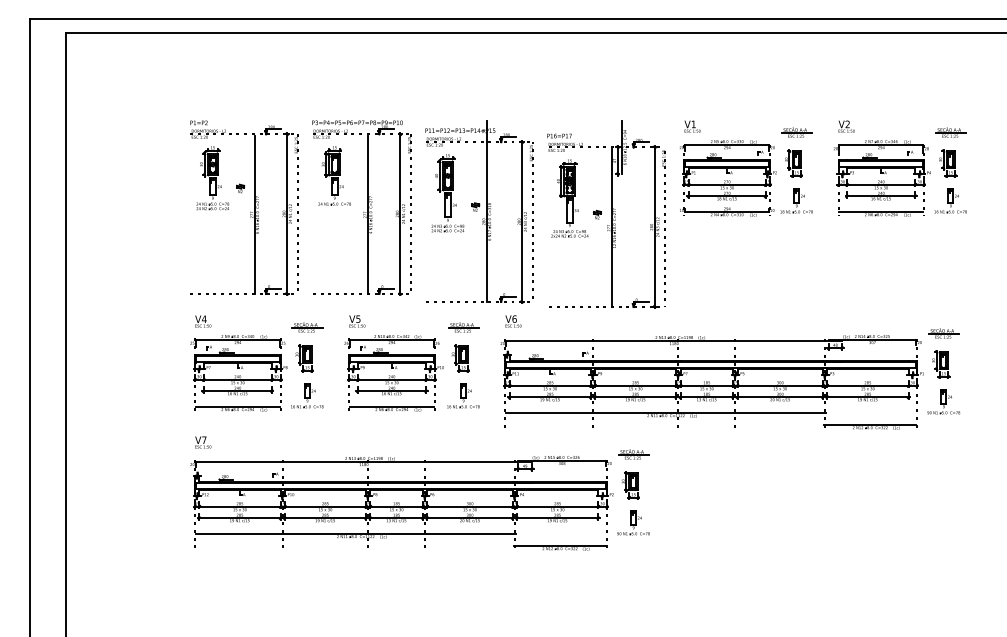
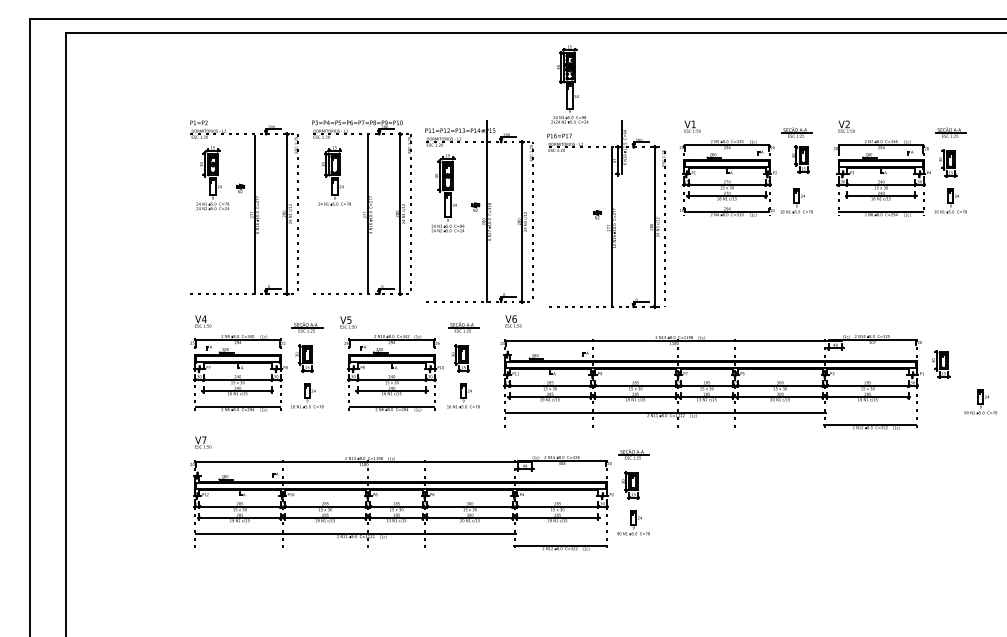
part at (793, 163) position: (793, 163) -> (800, 159)
part at (569, 198) position: (569, 198) -> (569, 84)
text at (357, 321) position: (357, 321) -> (348, 322)
part at (943, 333): present -> none
part at (943, 401) position: (943, 401) -> (980, 401)
